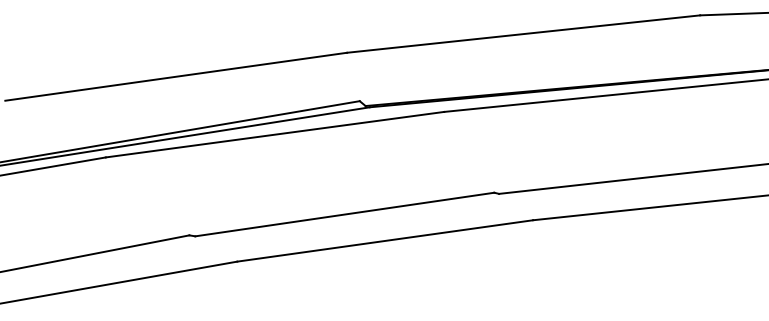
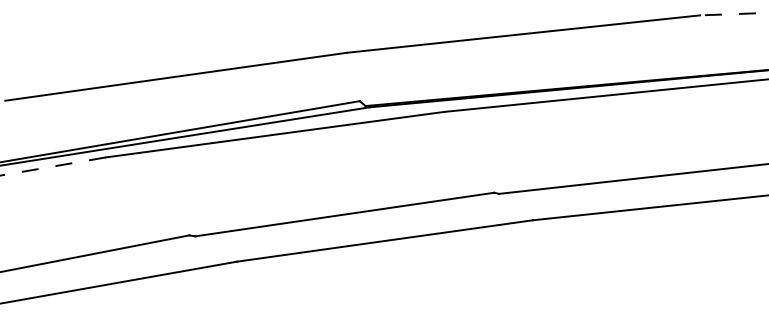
line at (733, 14): solid -> dashed
line at (52, 166): solid -> dashed
